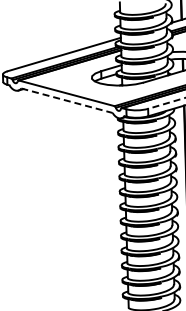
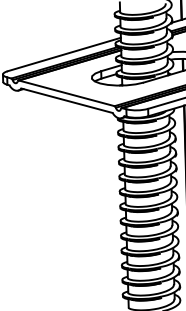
line at (67, 100): dashed -> solid
line at (166, 103): dashed -> solid
